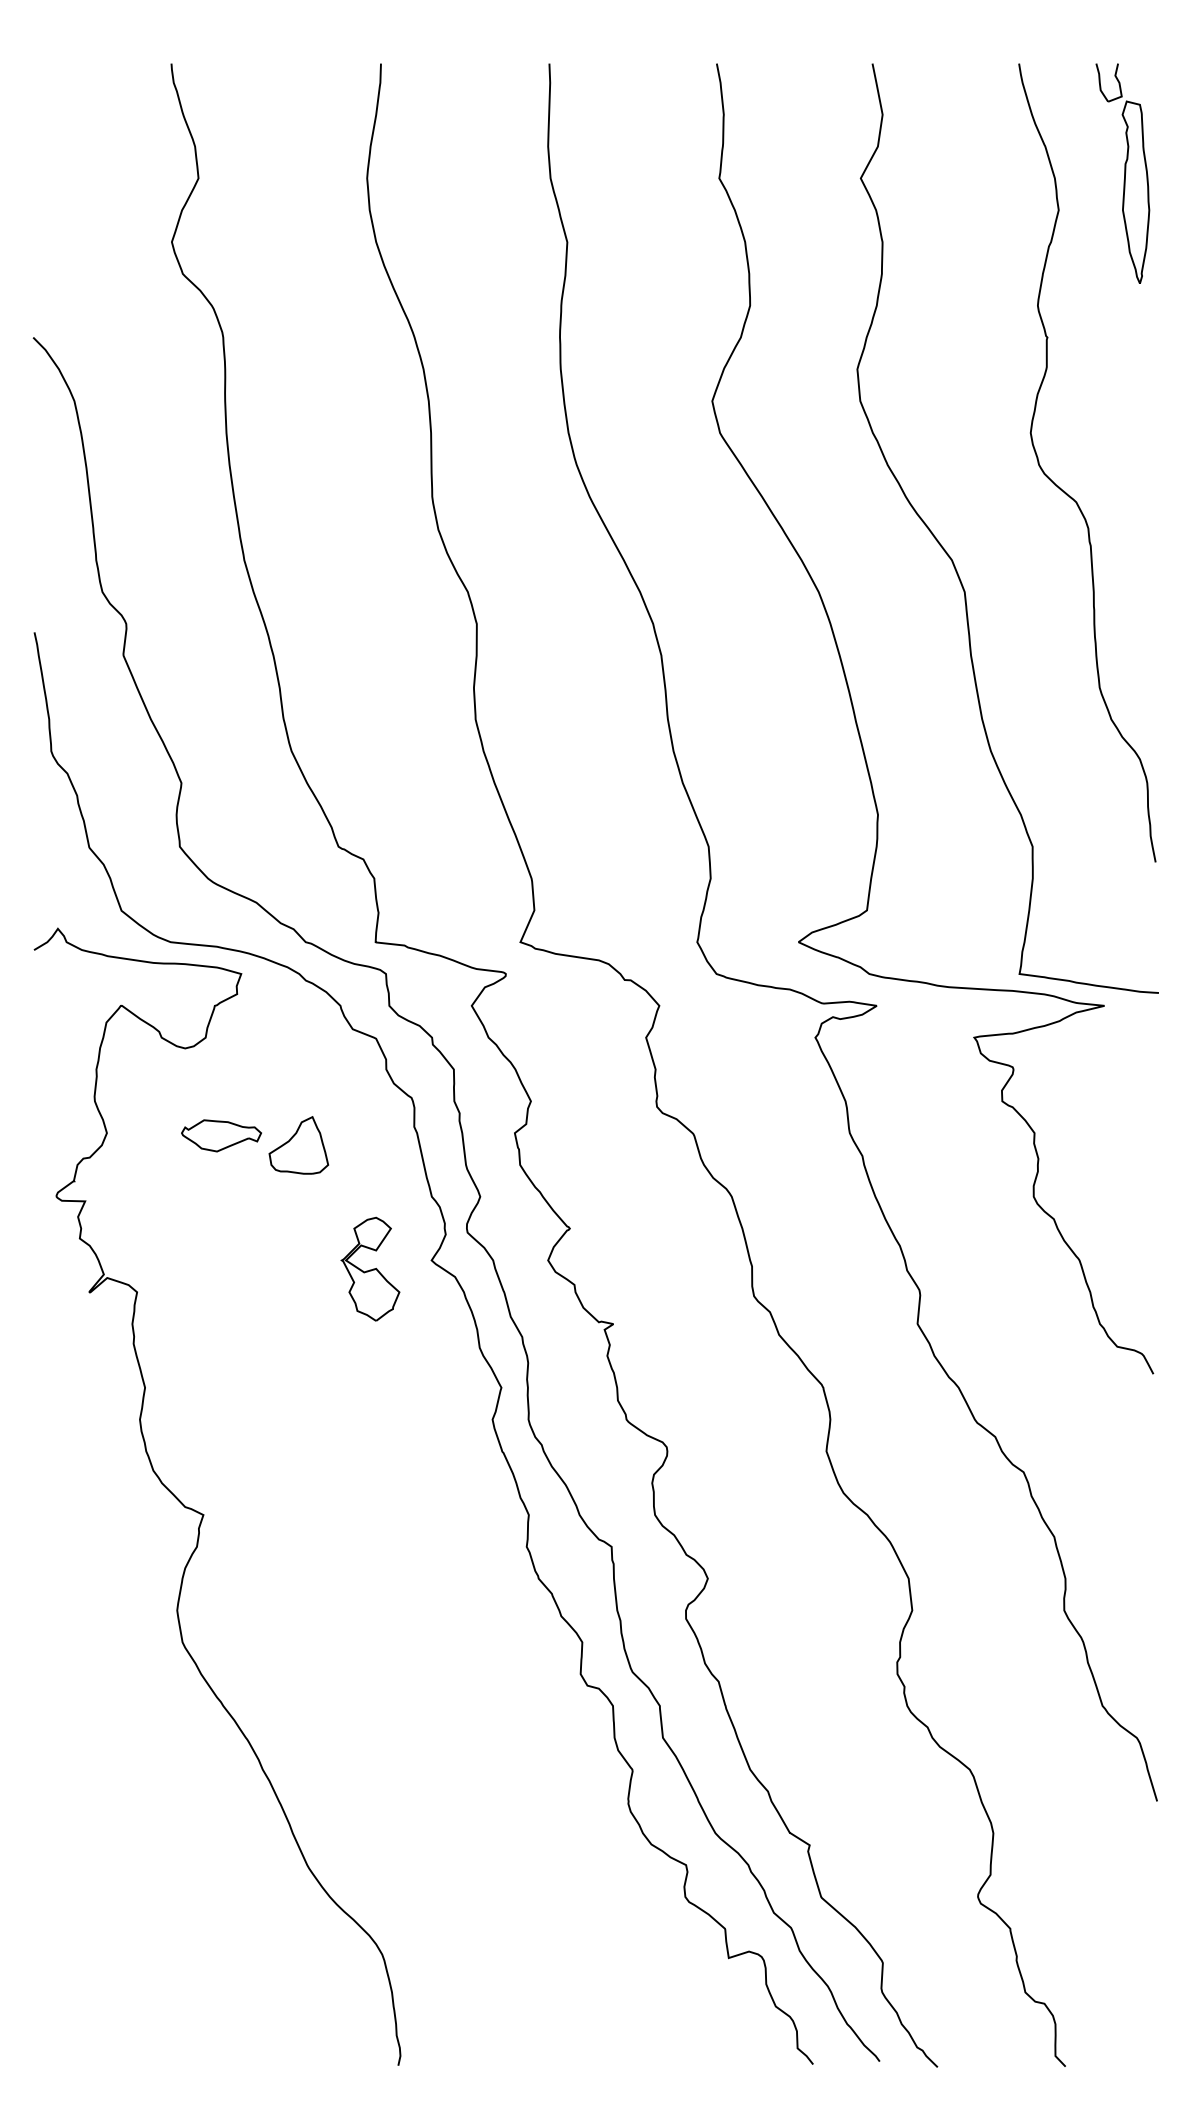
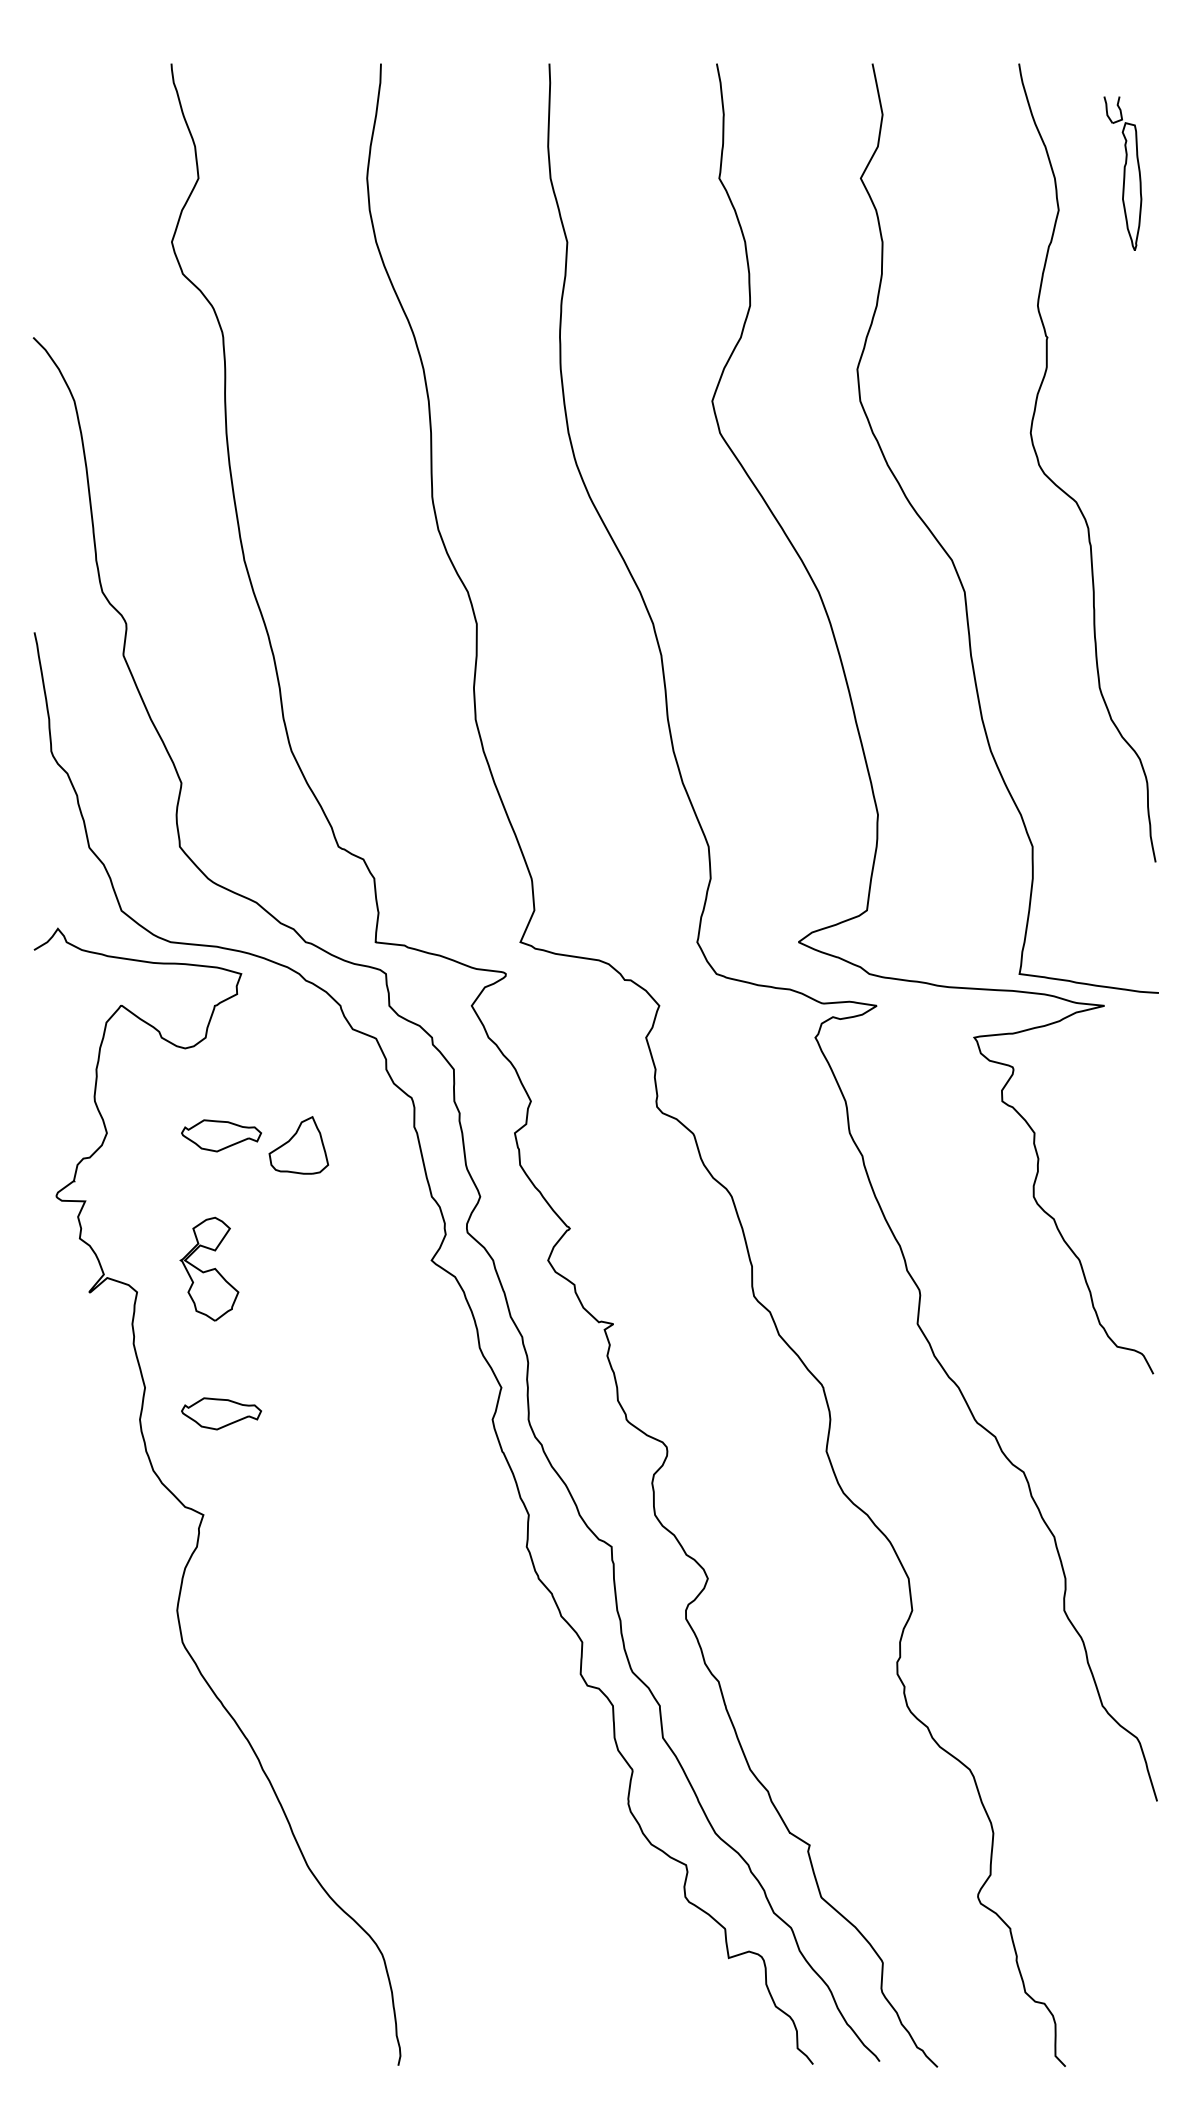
part at (1122, 173) size: 56x221 px -> 40x155 px
part at (370, 1268) position: (370, 1268) -> (209, 1268)
part at (221, 1413): none -> present
